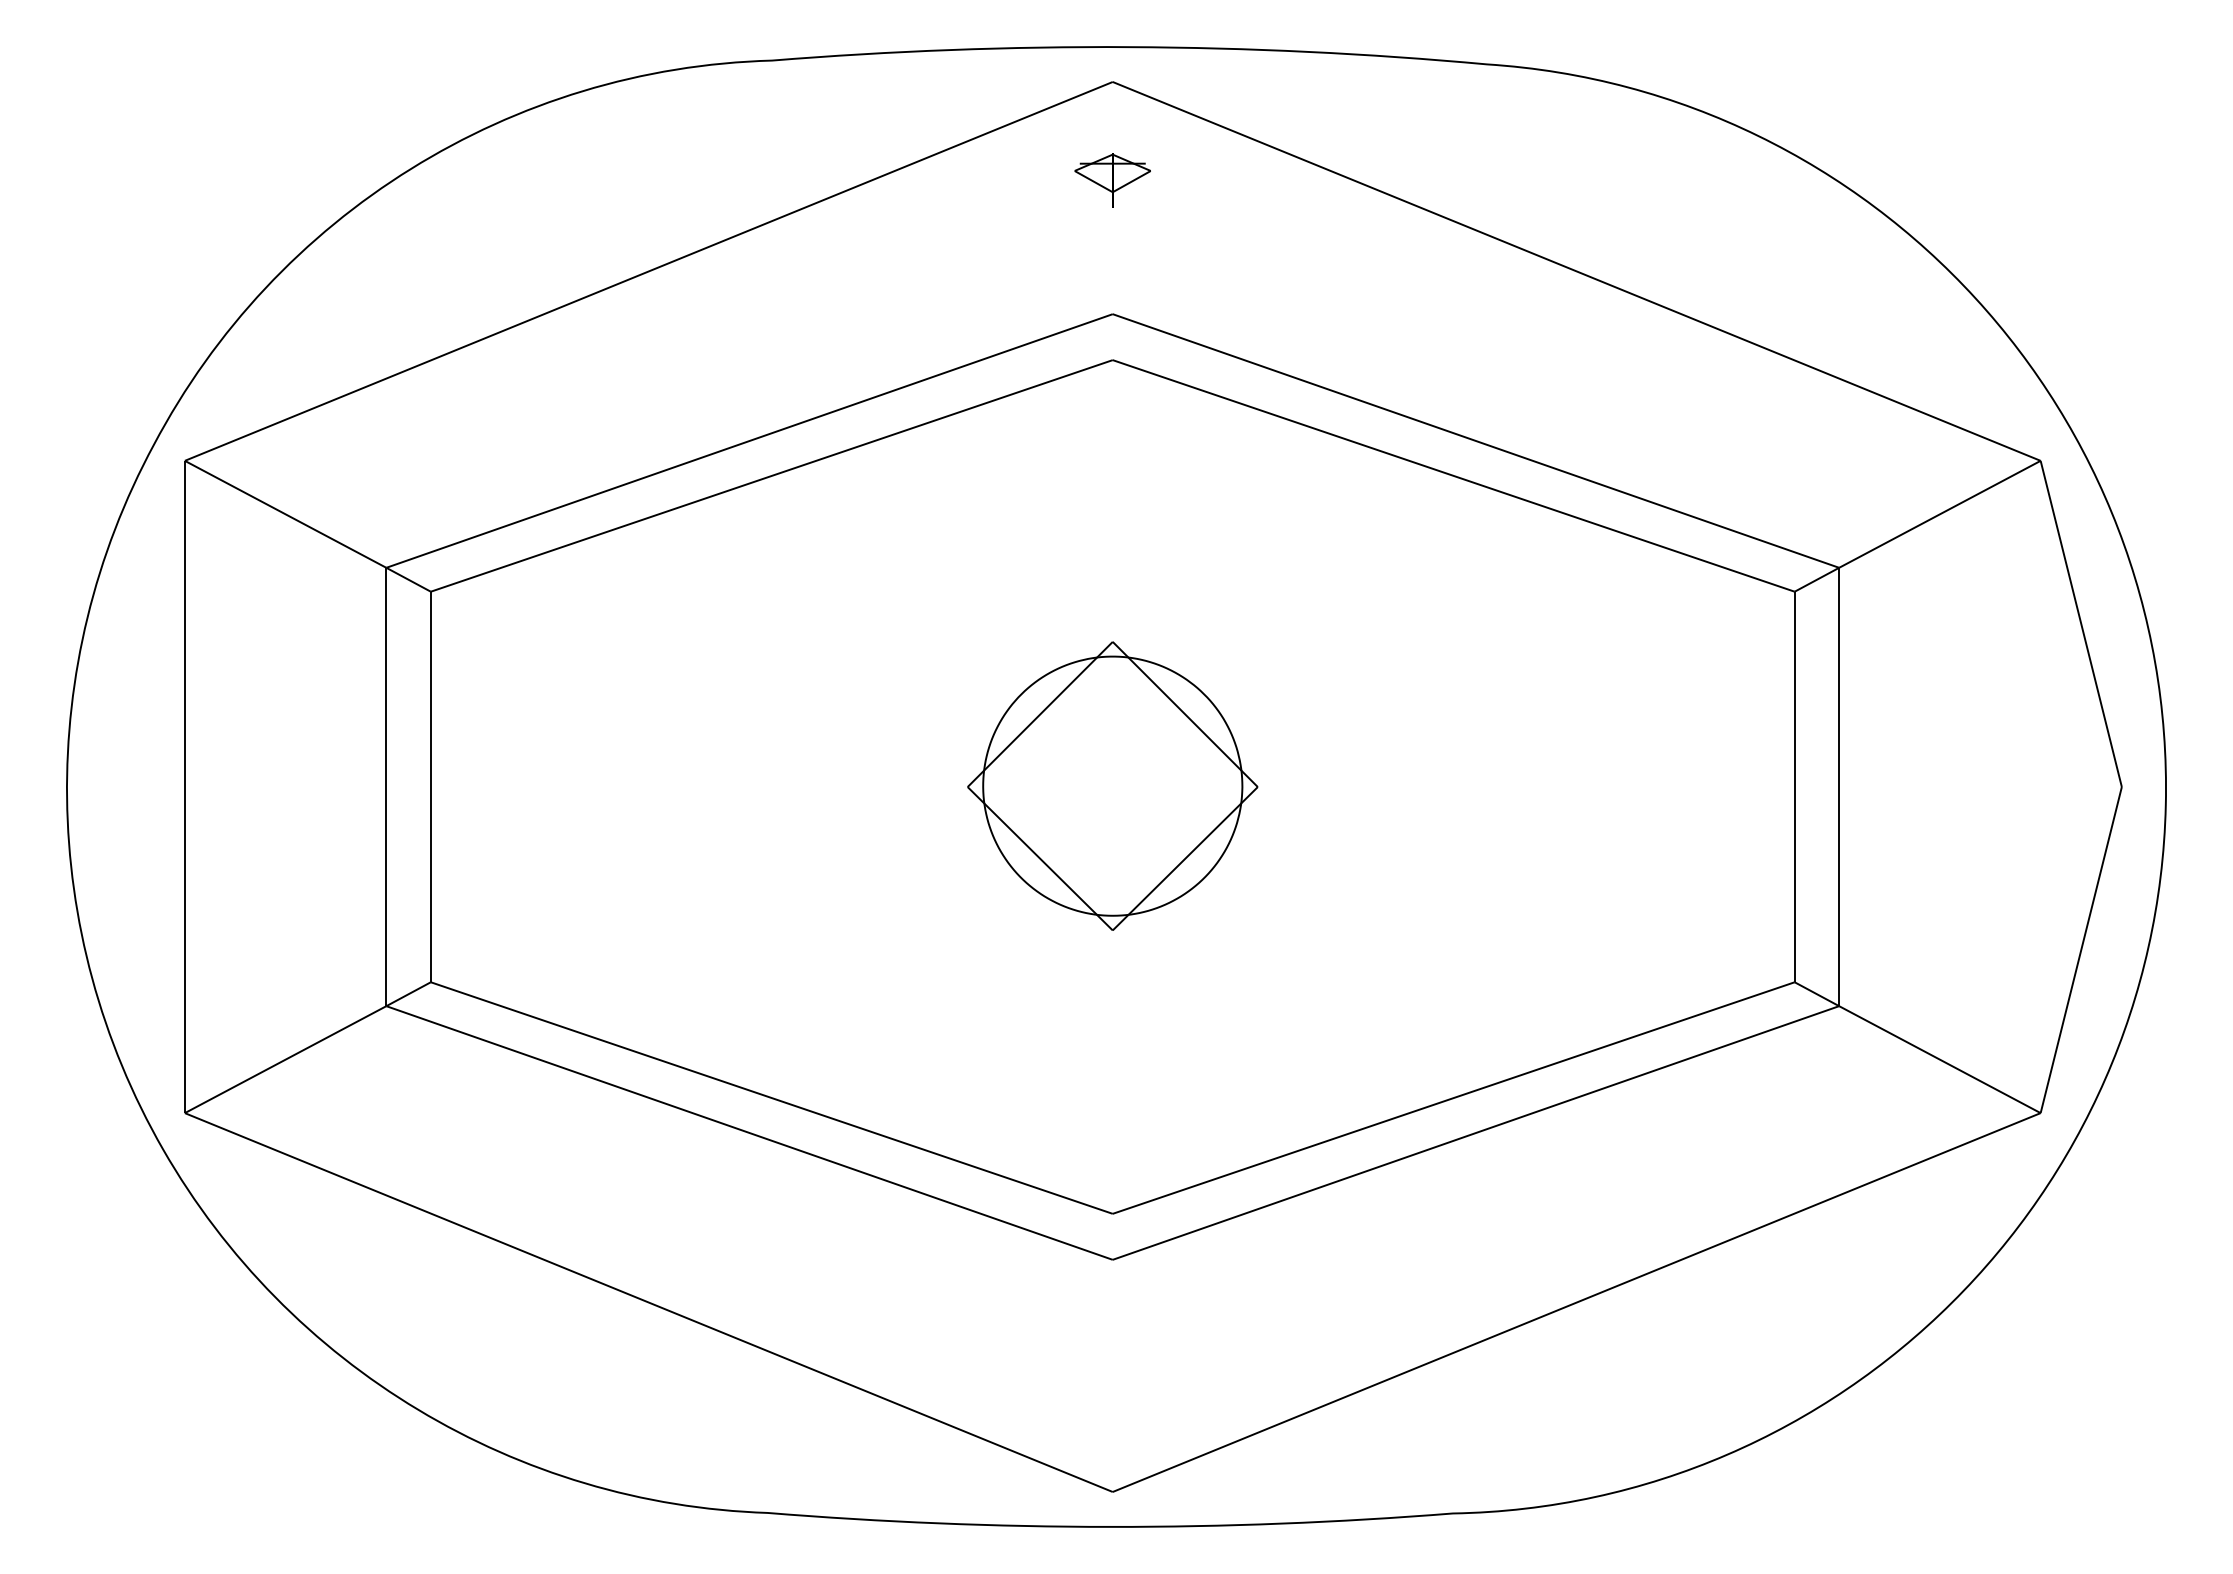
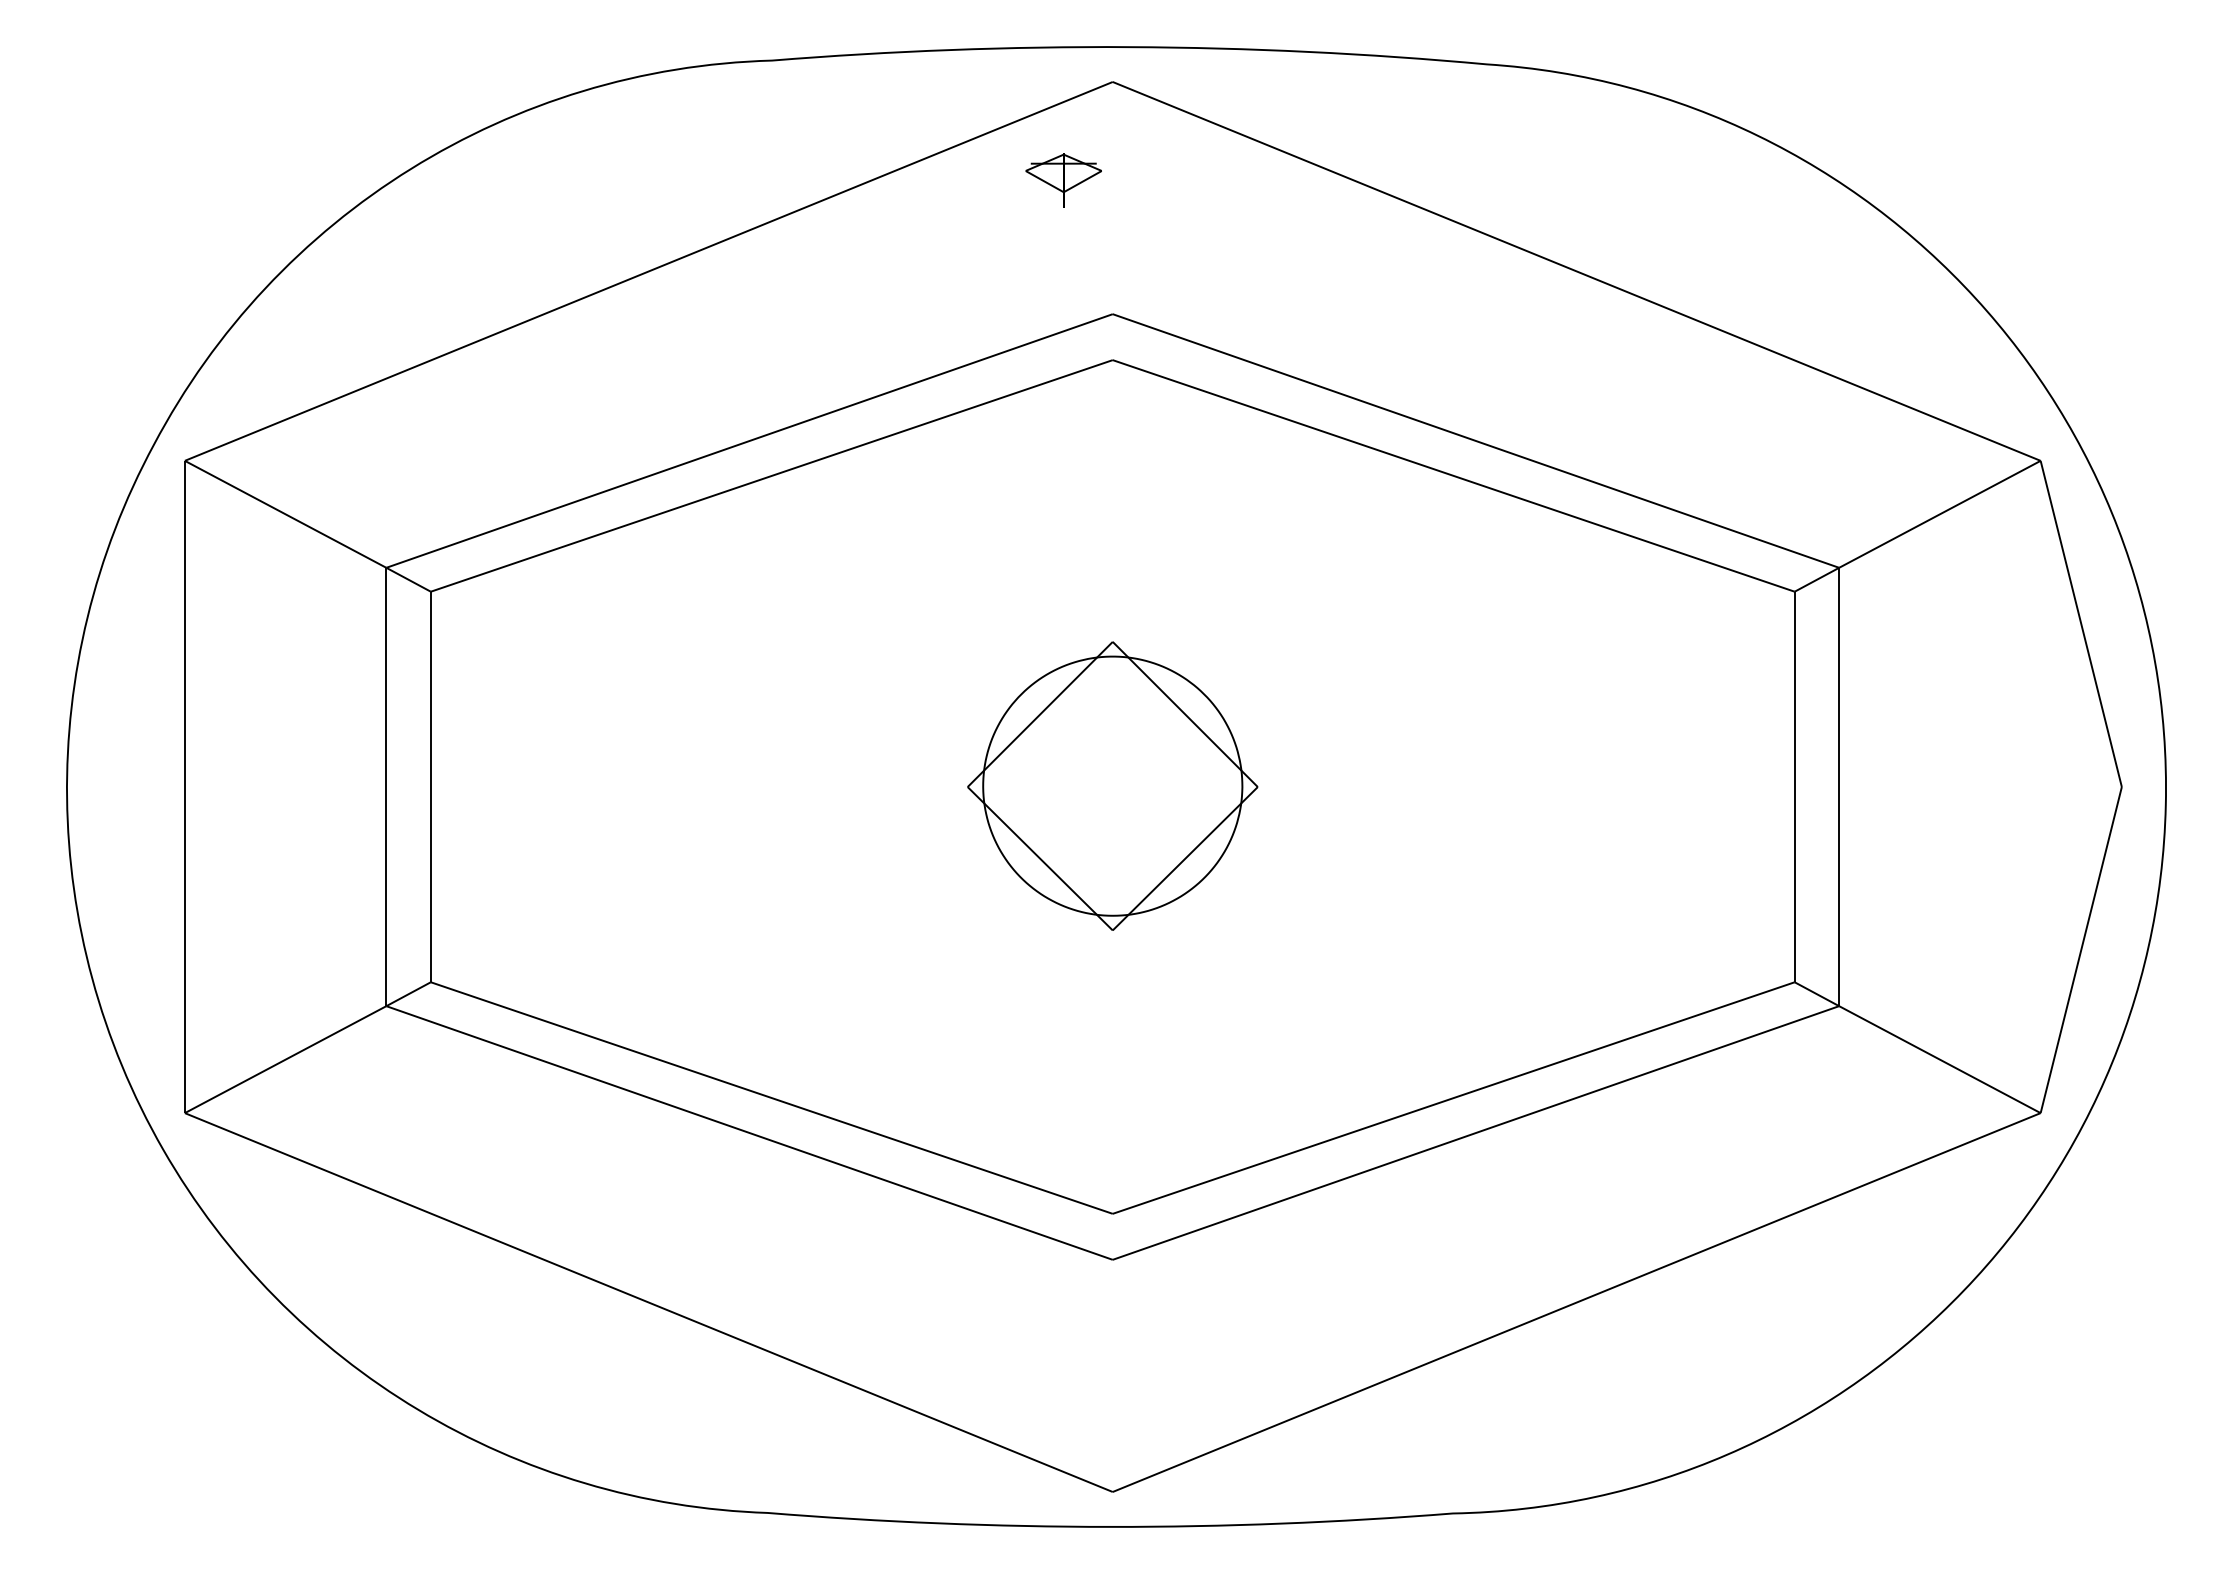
part at (1112, 180) position: (1112, 180) -> (1063, 180)
